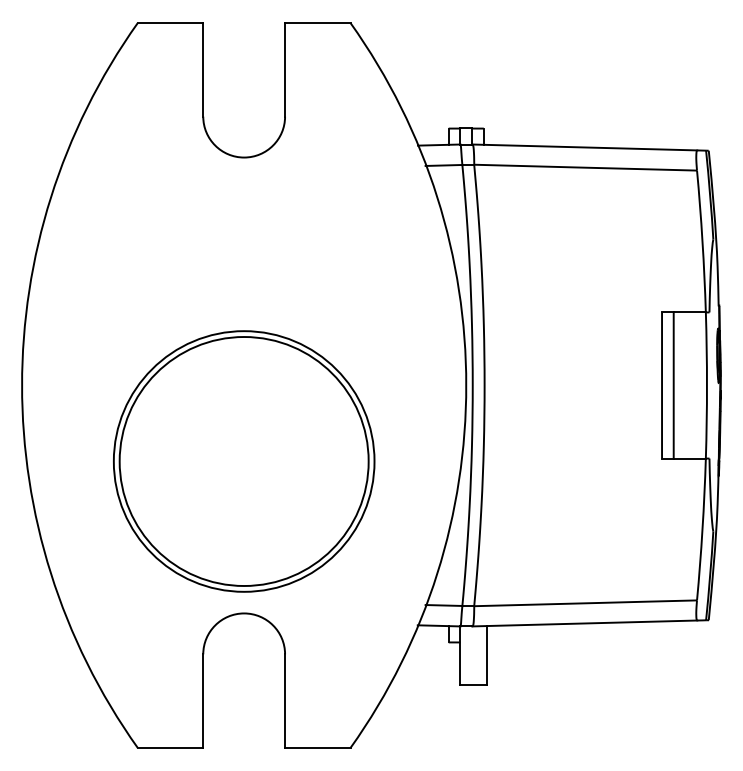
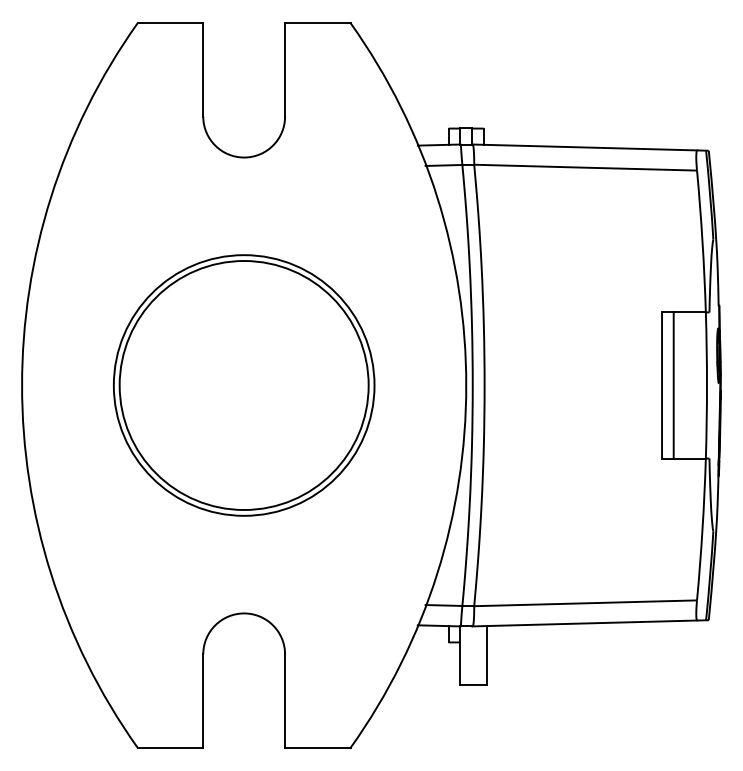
part at (244, 461) position: (244, 461) -> (244, 385)
